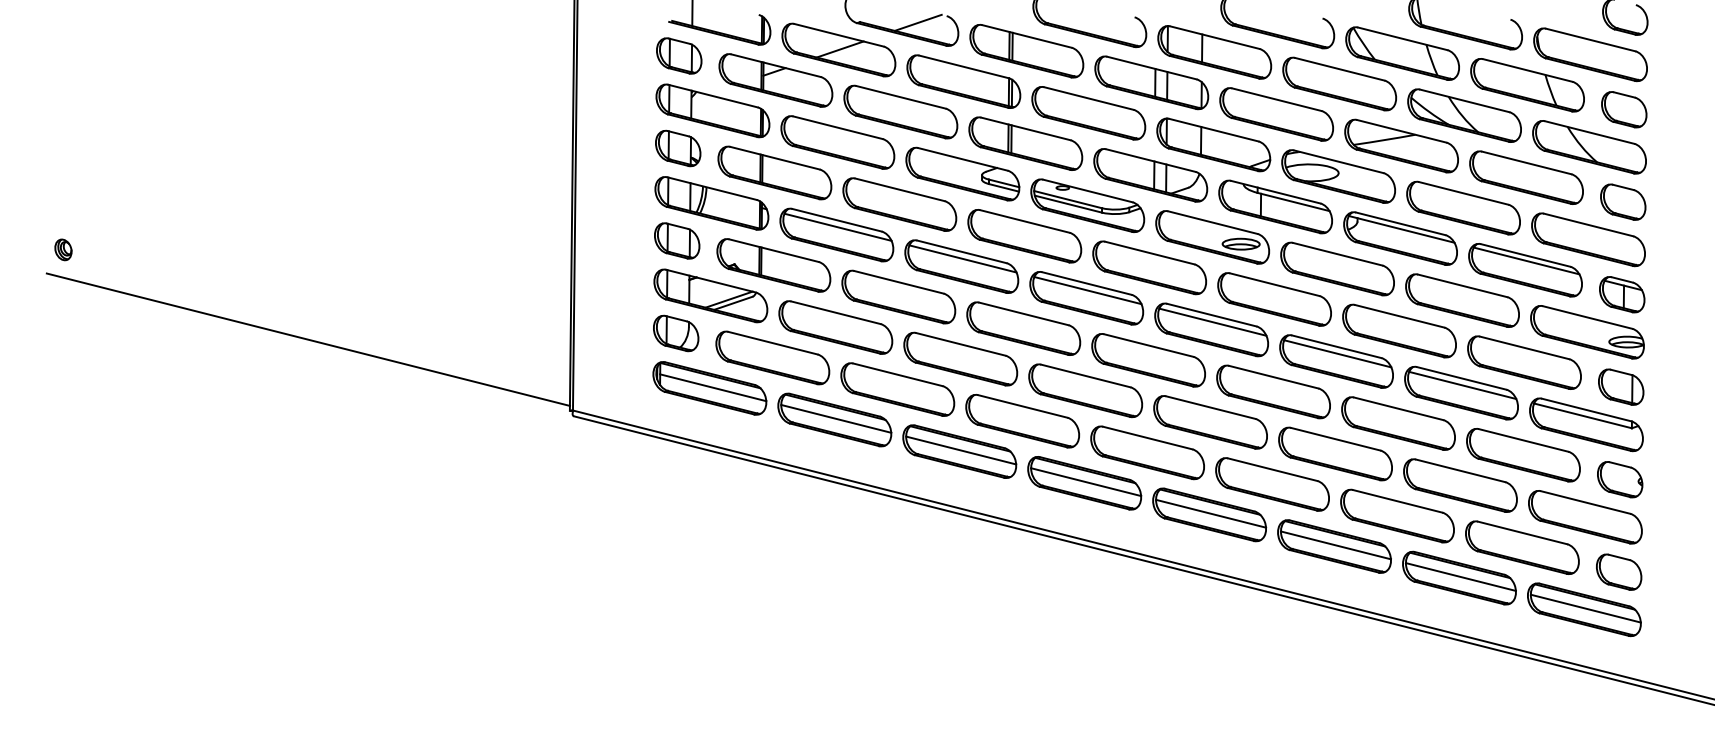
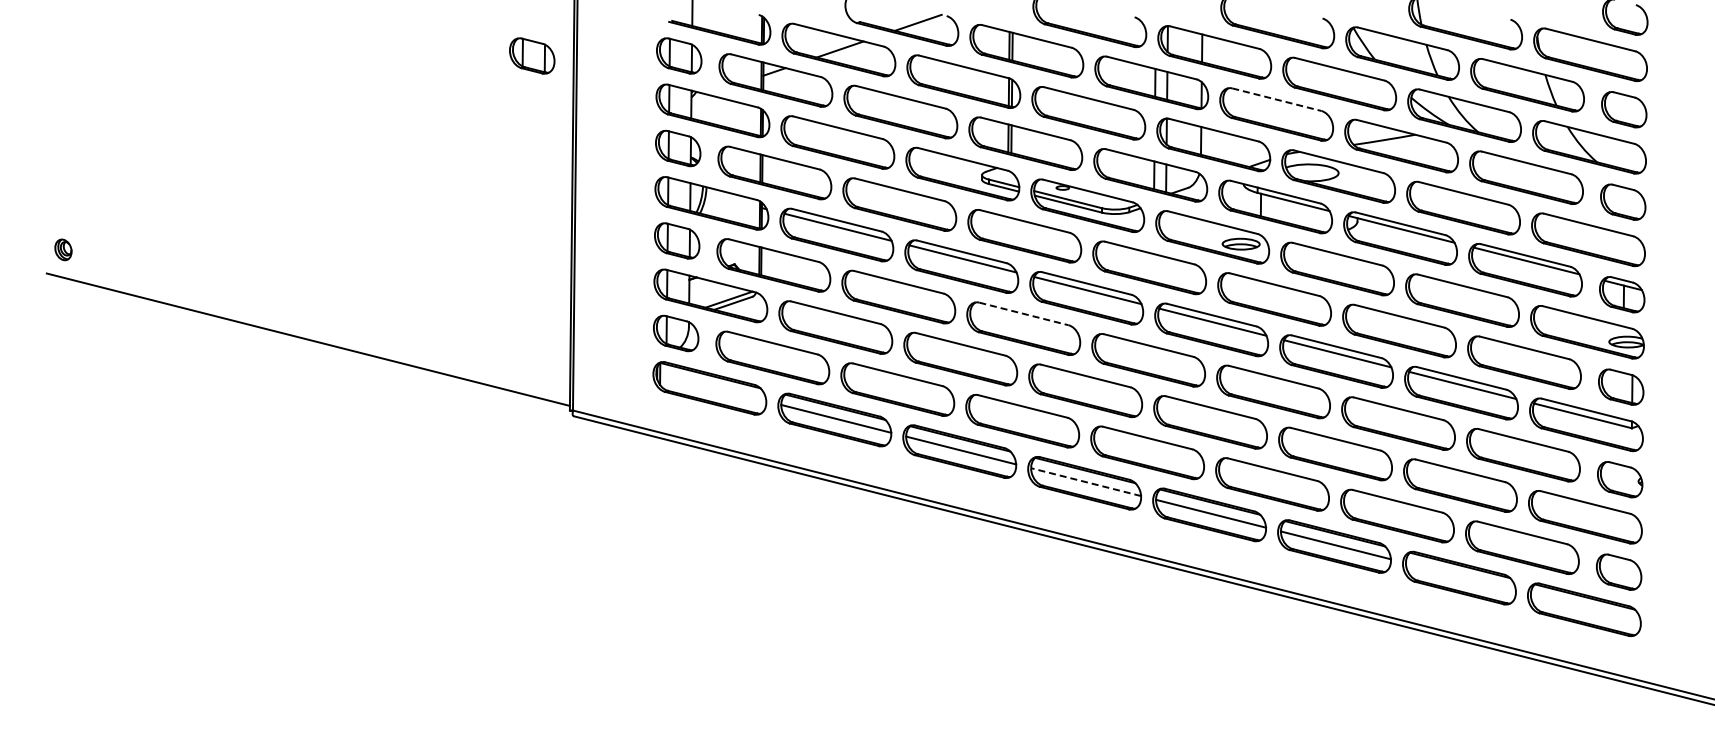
part at (532, 55): none -> present
line at (1277, 99): solid -> dashed
line at (1024, 314): solid -> dashed
line at (713, 387): present -> none
line at (1086, 482): solid -> dashed
line at (1460, 576): present -> none
line at (1585, 608): present -> none
